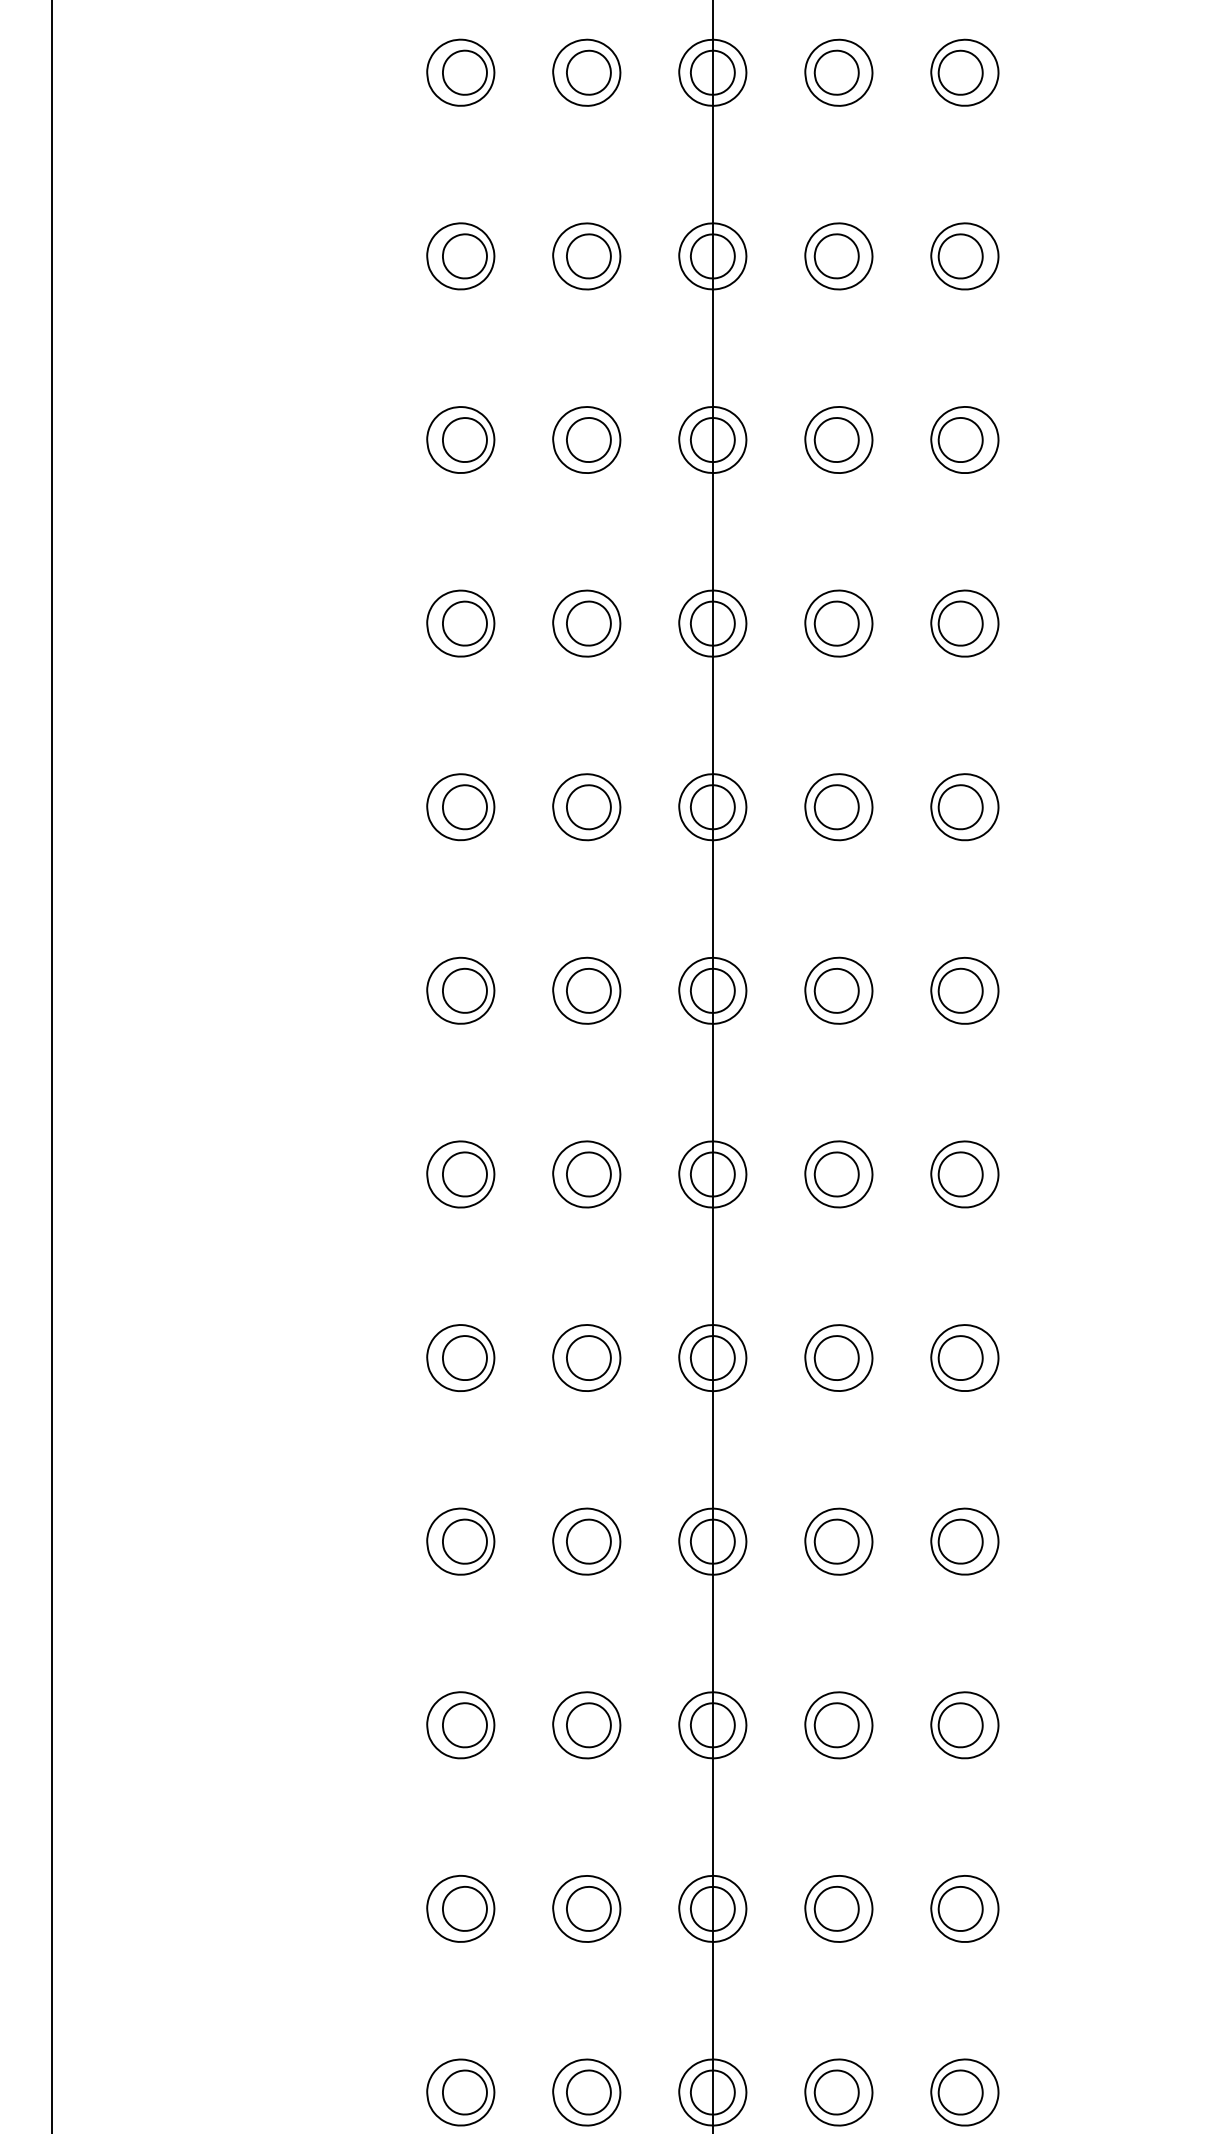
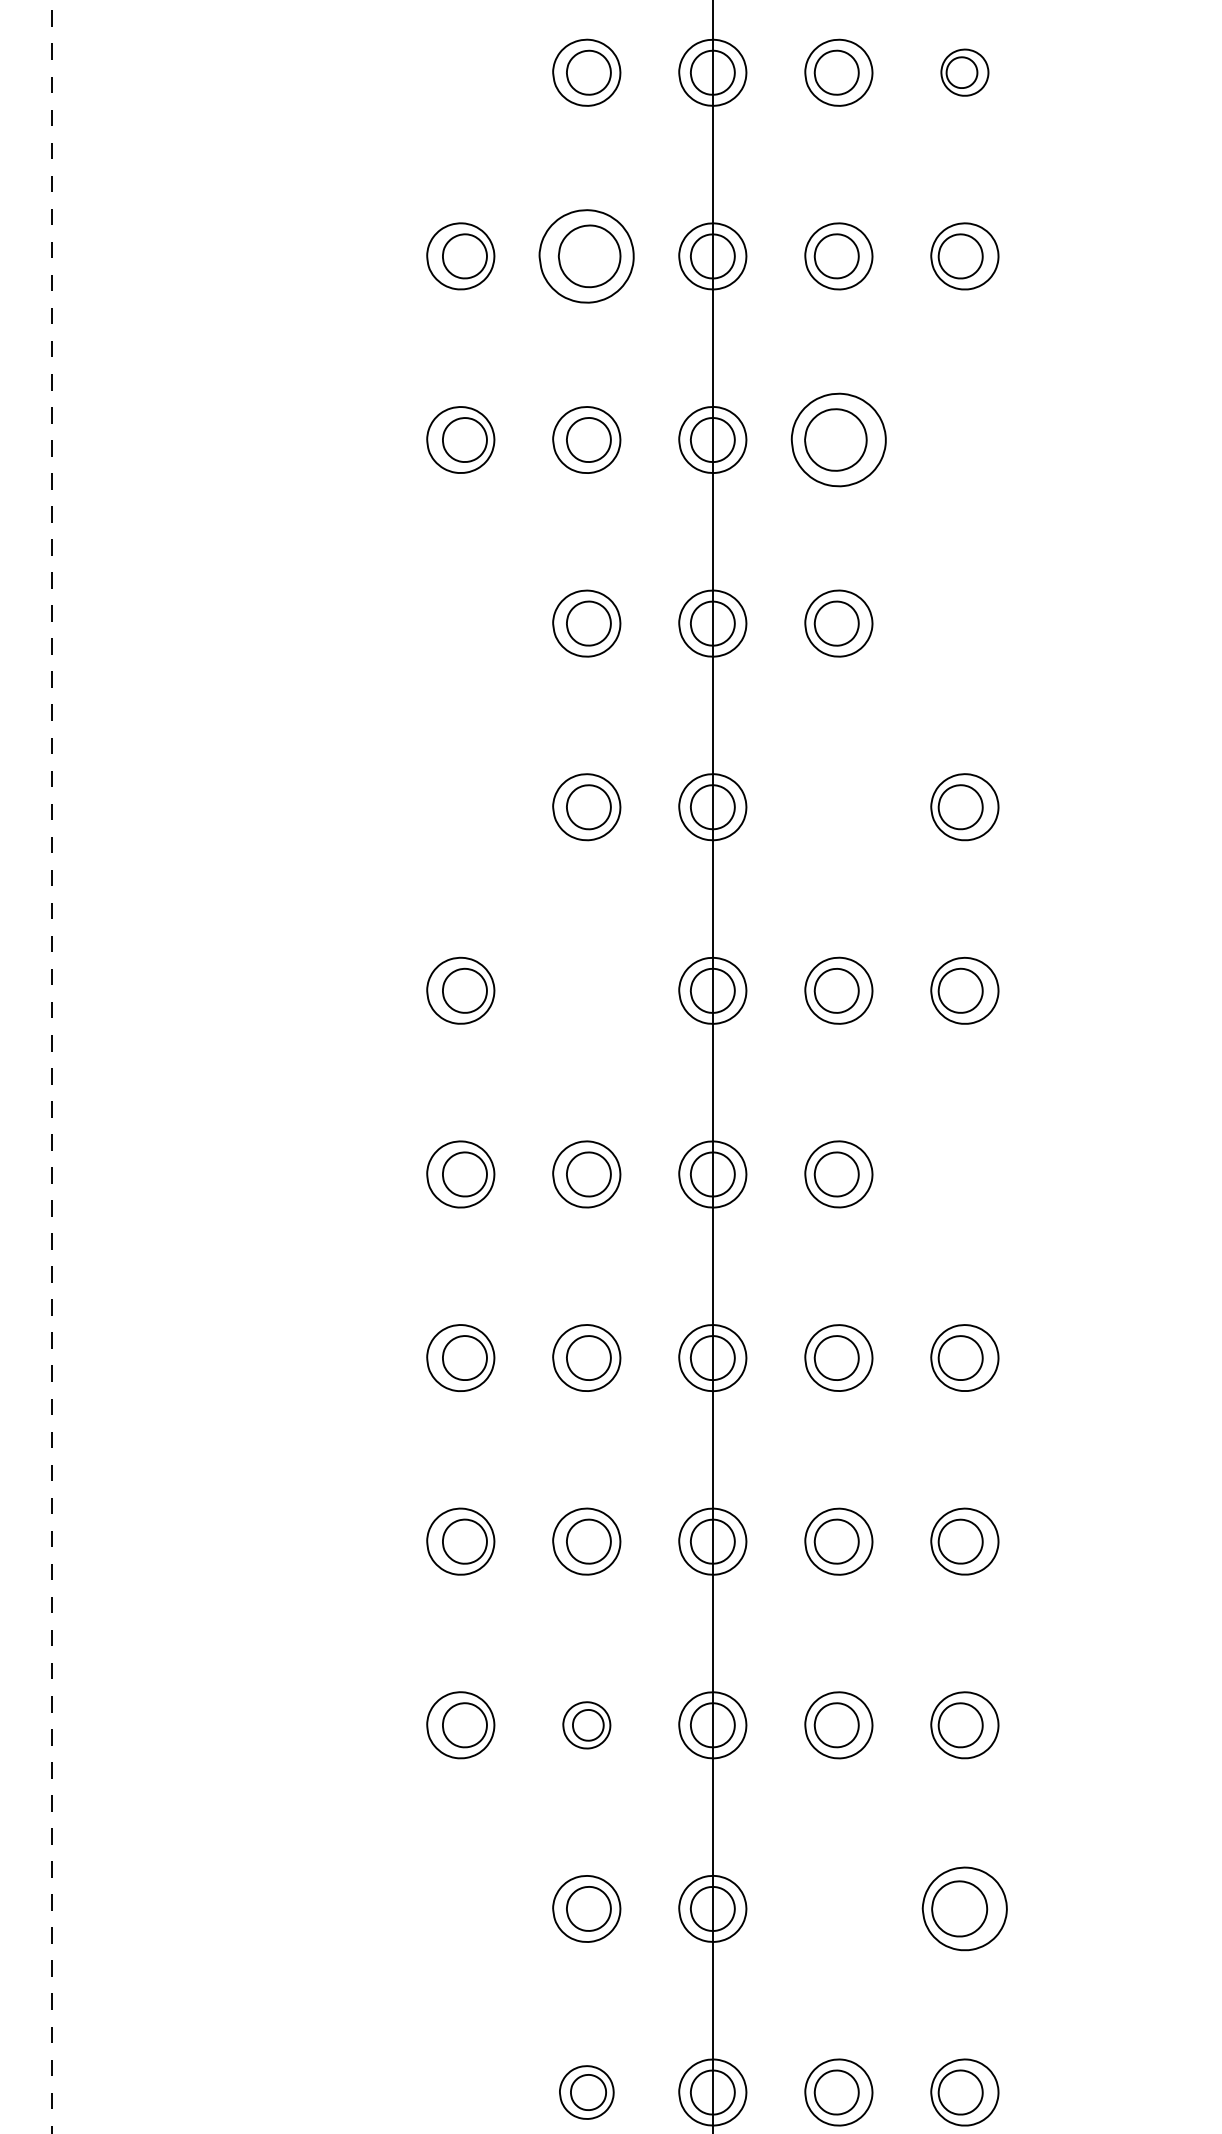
part at (460, 72): present -> none
part at (964, 72) size: 70x69 px -> 50x49 px
part at (586, 256) size: 70x69 px -> 97x95 px
part at (838, 439) size: 70x68 px -> 97x96 px
part at (964, 439): present -> none
part at (460, 623): present -> none
part at (964, 623): present -> none
part at (460, 807): present -> none
part at (838, 807): present -> none
part at (586, 990): present -> none
line at (51, 1067): solid -> dashed
part at (964, 1174): present -> none
part at (586, 1725) size: 70x69 px -> 50x49 px
part at (460, 1908): present -> none
part at (838, 1908): present -> none
part at (964, 1908) size: 70x68 px -> 87x86 px
part at (460, 2092): present -> none
part at (586, 2092) size: 70x69 px -> 56x55 px
